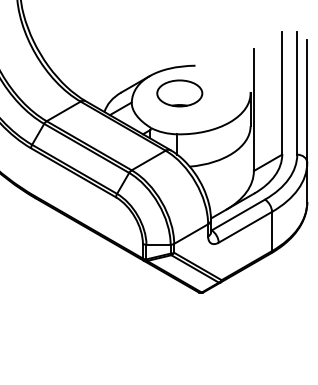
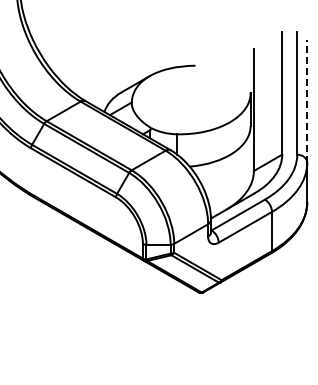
part at (179, 93): present -> none
line at (307, 101): solid -> dashed
